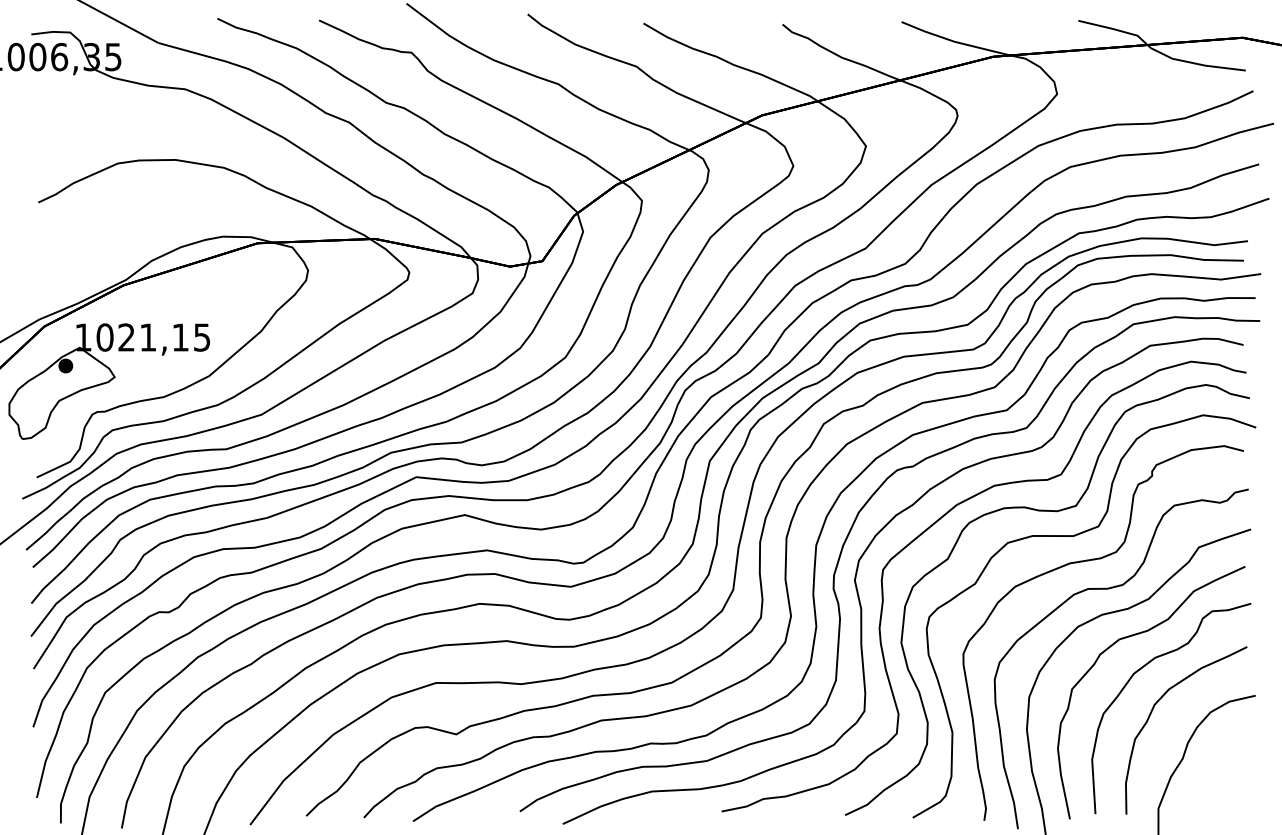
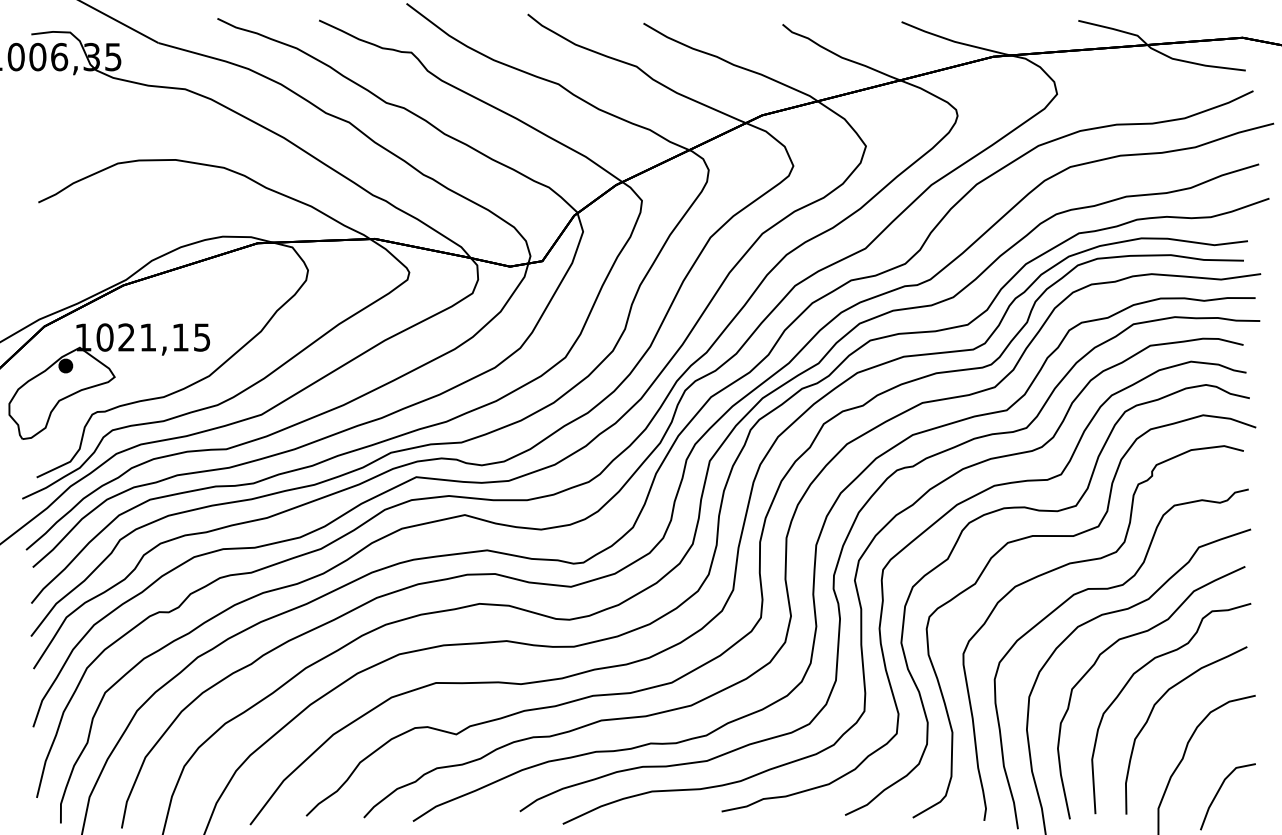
part at (1219, 791): none -> present
